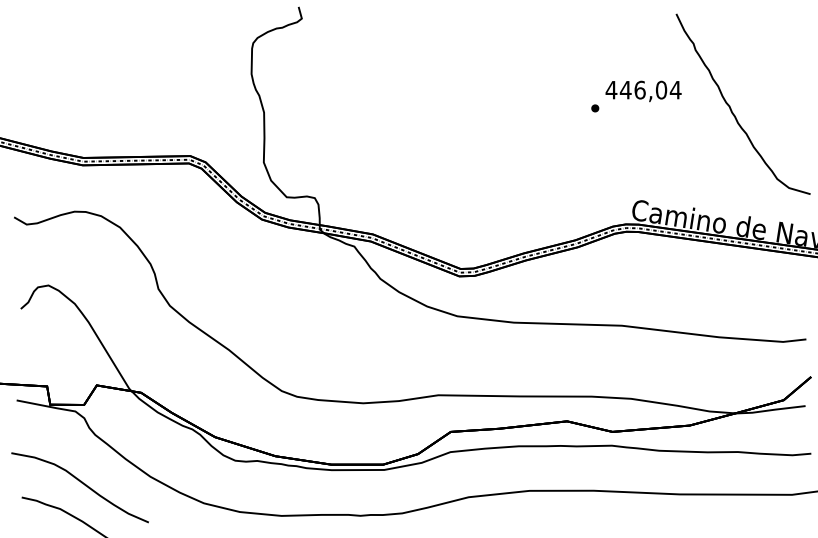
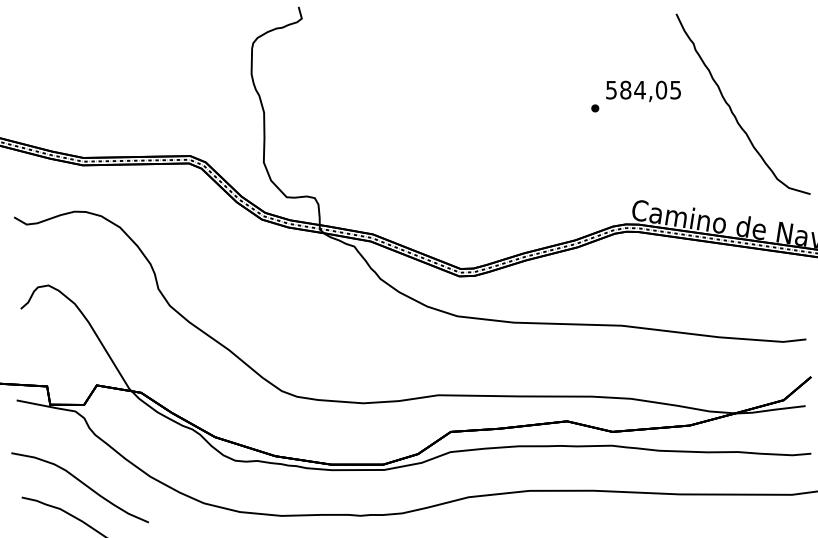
text at (643, 89): 446,04 -> 584,05
